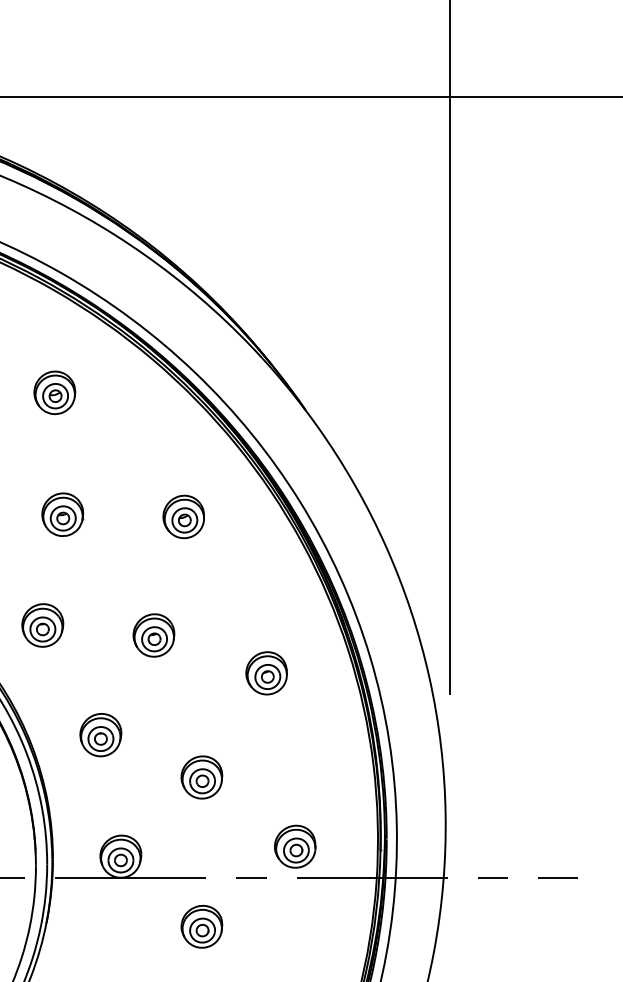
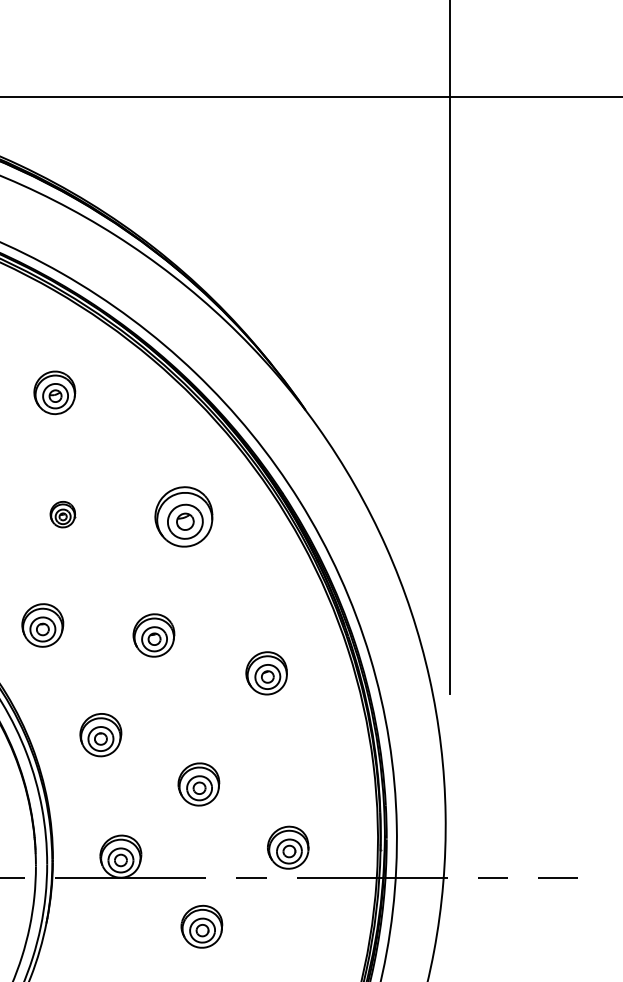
part at (62, 514) size: 44x45 px -> 28x28 px
part at (183, 516) size: 43x46 px -> 60x62 px
part at (201, 777) position: (201, 777) -> (198, 784)
part at (295, 846) position: (295, 846) -> (288, 847)
